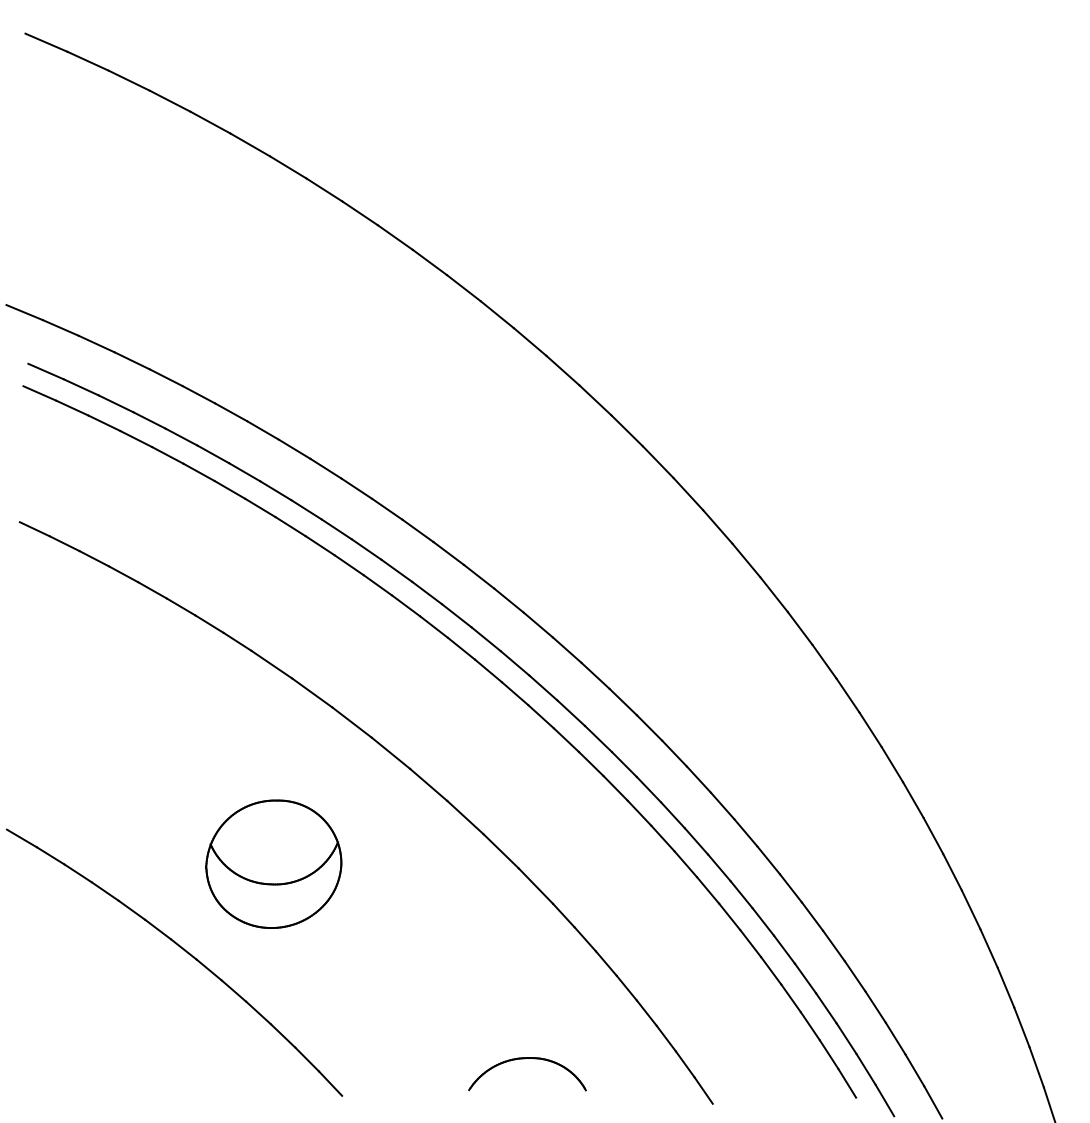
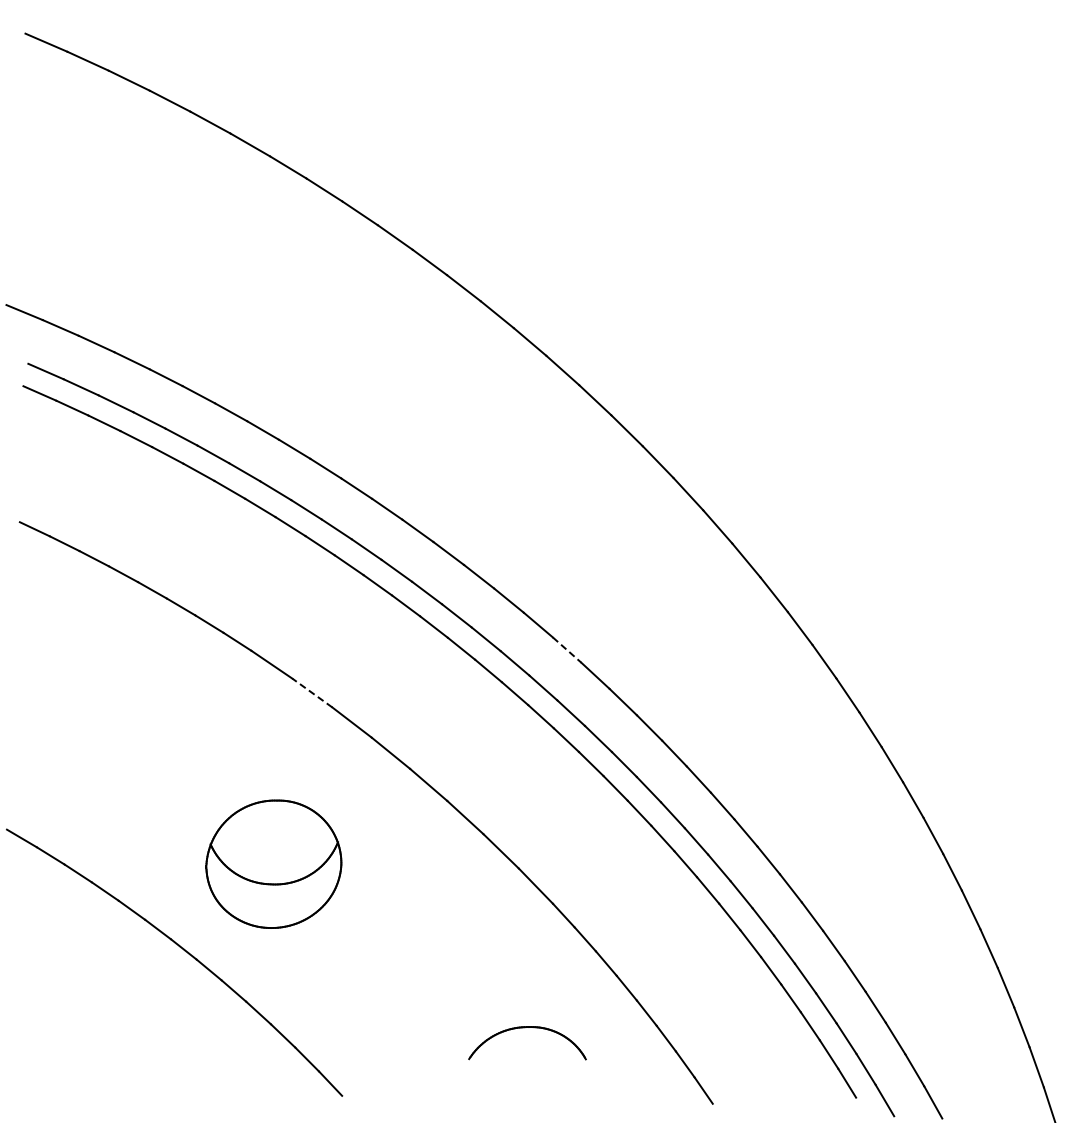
line at (567, 650): solid -> dashed
line at (312, 693): solid -> dashed
part at (524, 1059) position: (524, 1059) -> (524, 1028)
